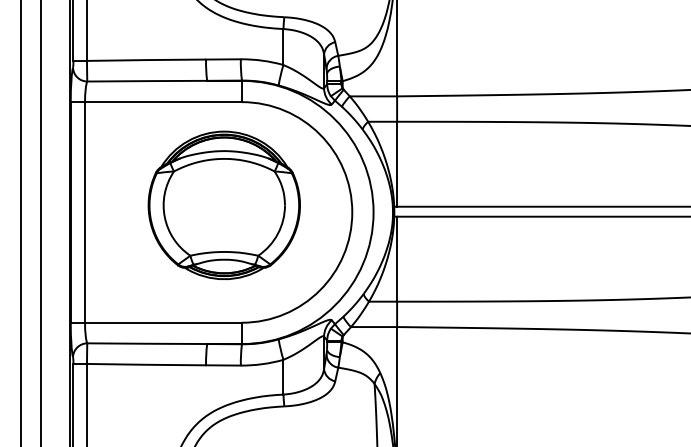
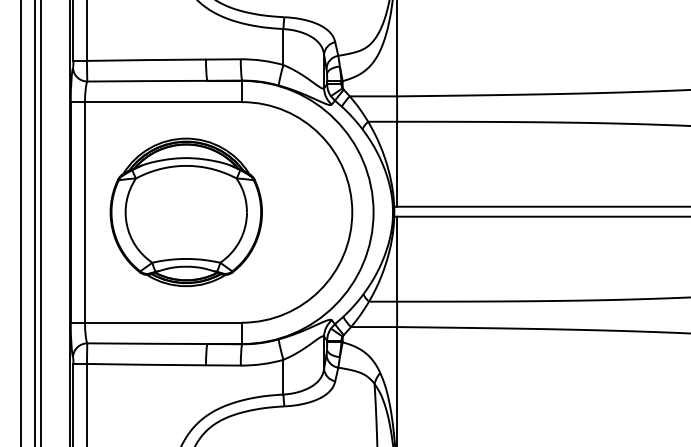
part at (223, 204) position: (223, 204) -> (185, 211)
line at (34, 222): none -> present
